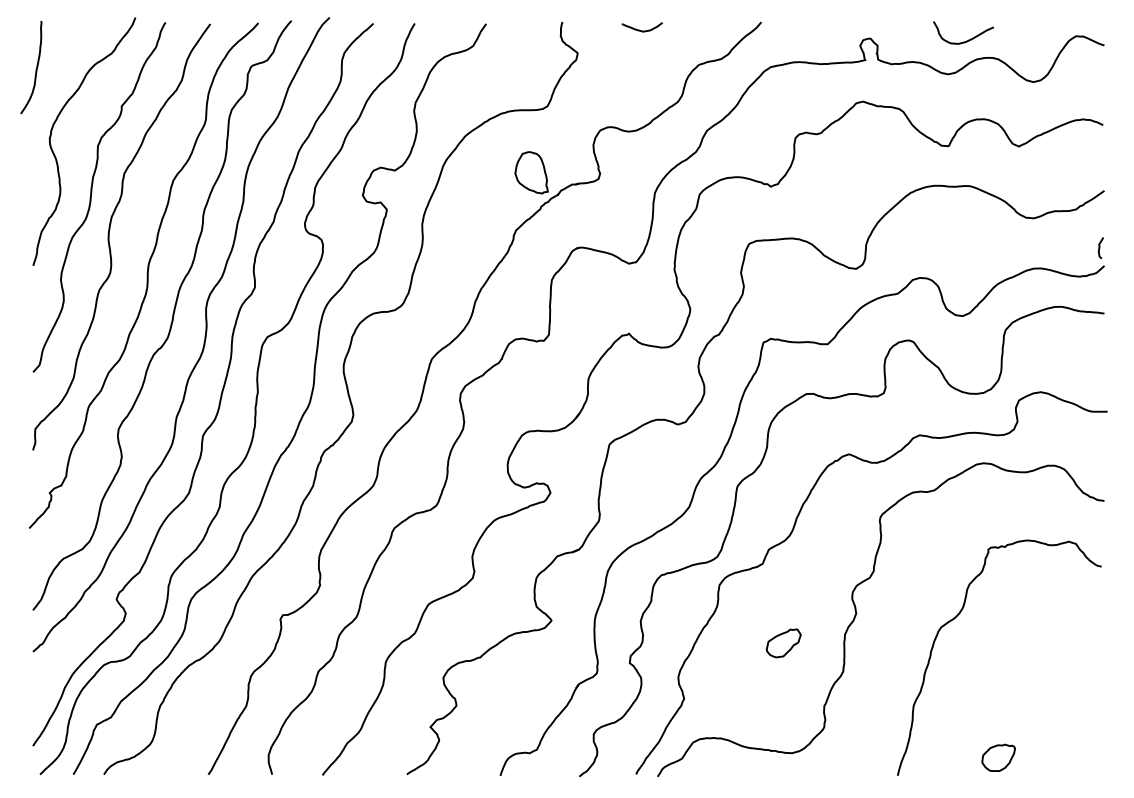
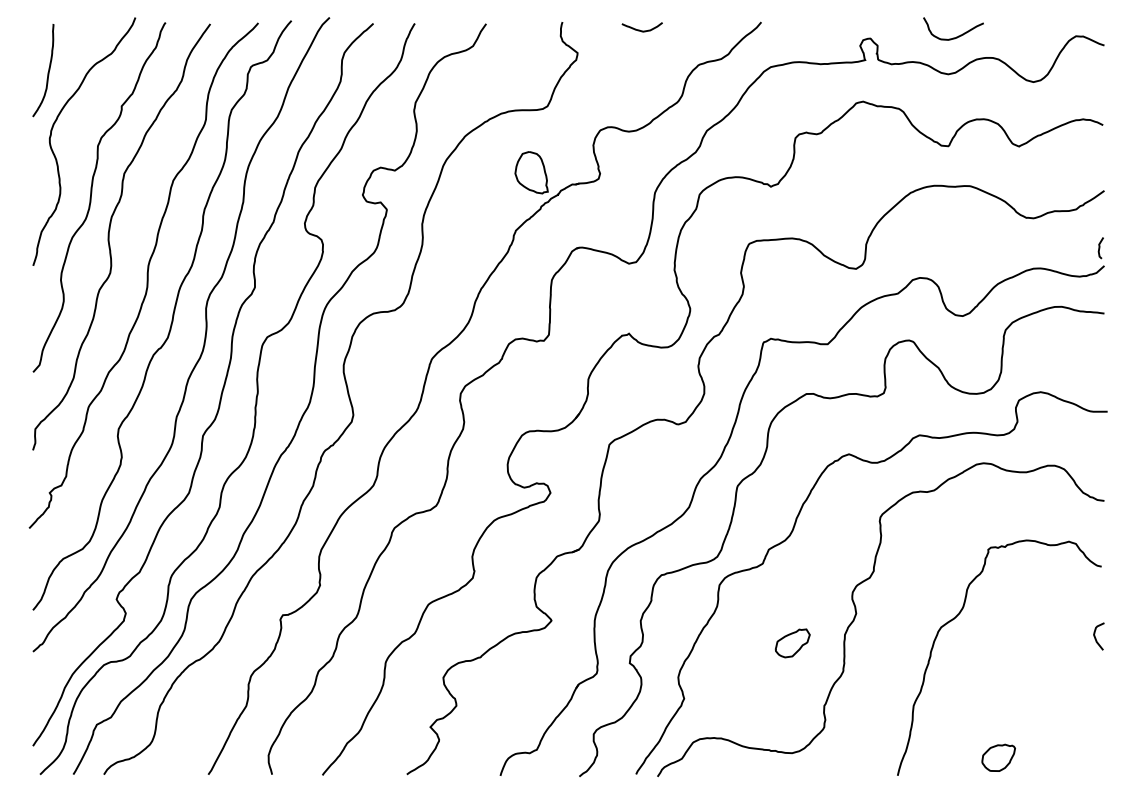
curve at (966, 40) position: (966, 40) -> (956, 36)
curve at (35, 69) position: (35, 69) -> (47, 72)
curve at (1096, 638): none -> present
part at (783, 643) position: (783, 643) -> (792, 643)
